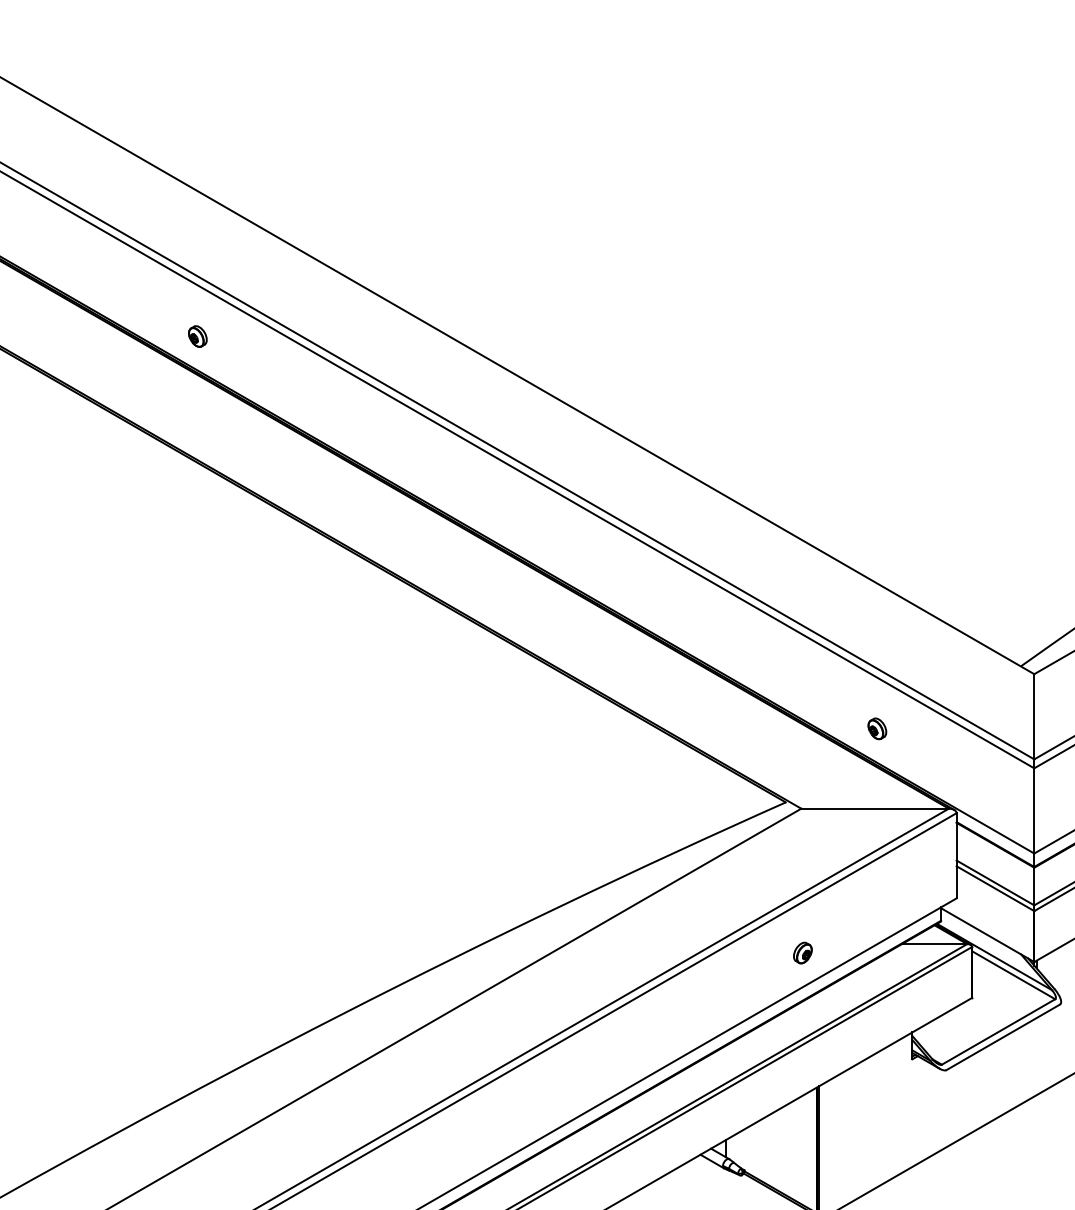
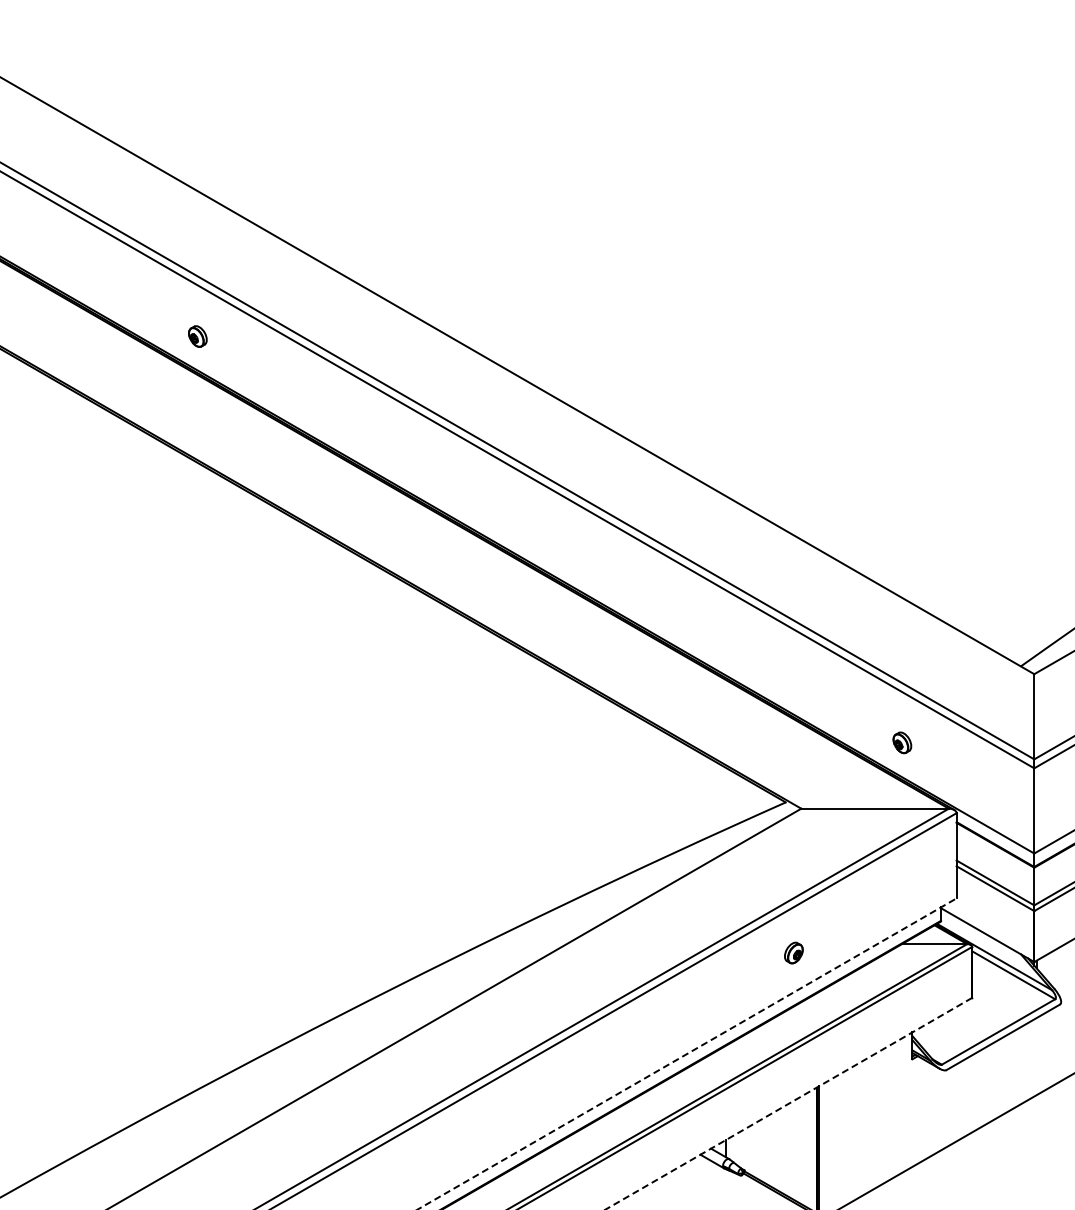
part at (877, 728) position: (877, 728) -> (902, 742)
part at (802, 952) position: (802, 952) -> (793, 952)
line at (687, 1053): solid -> dashed
line at (788, 1103): solid -> dashed
